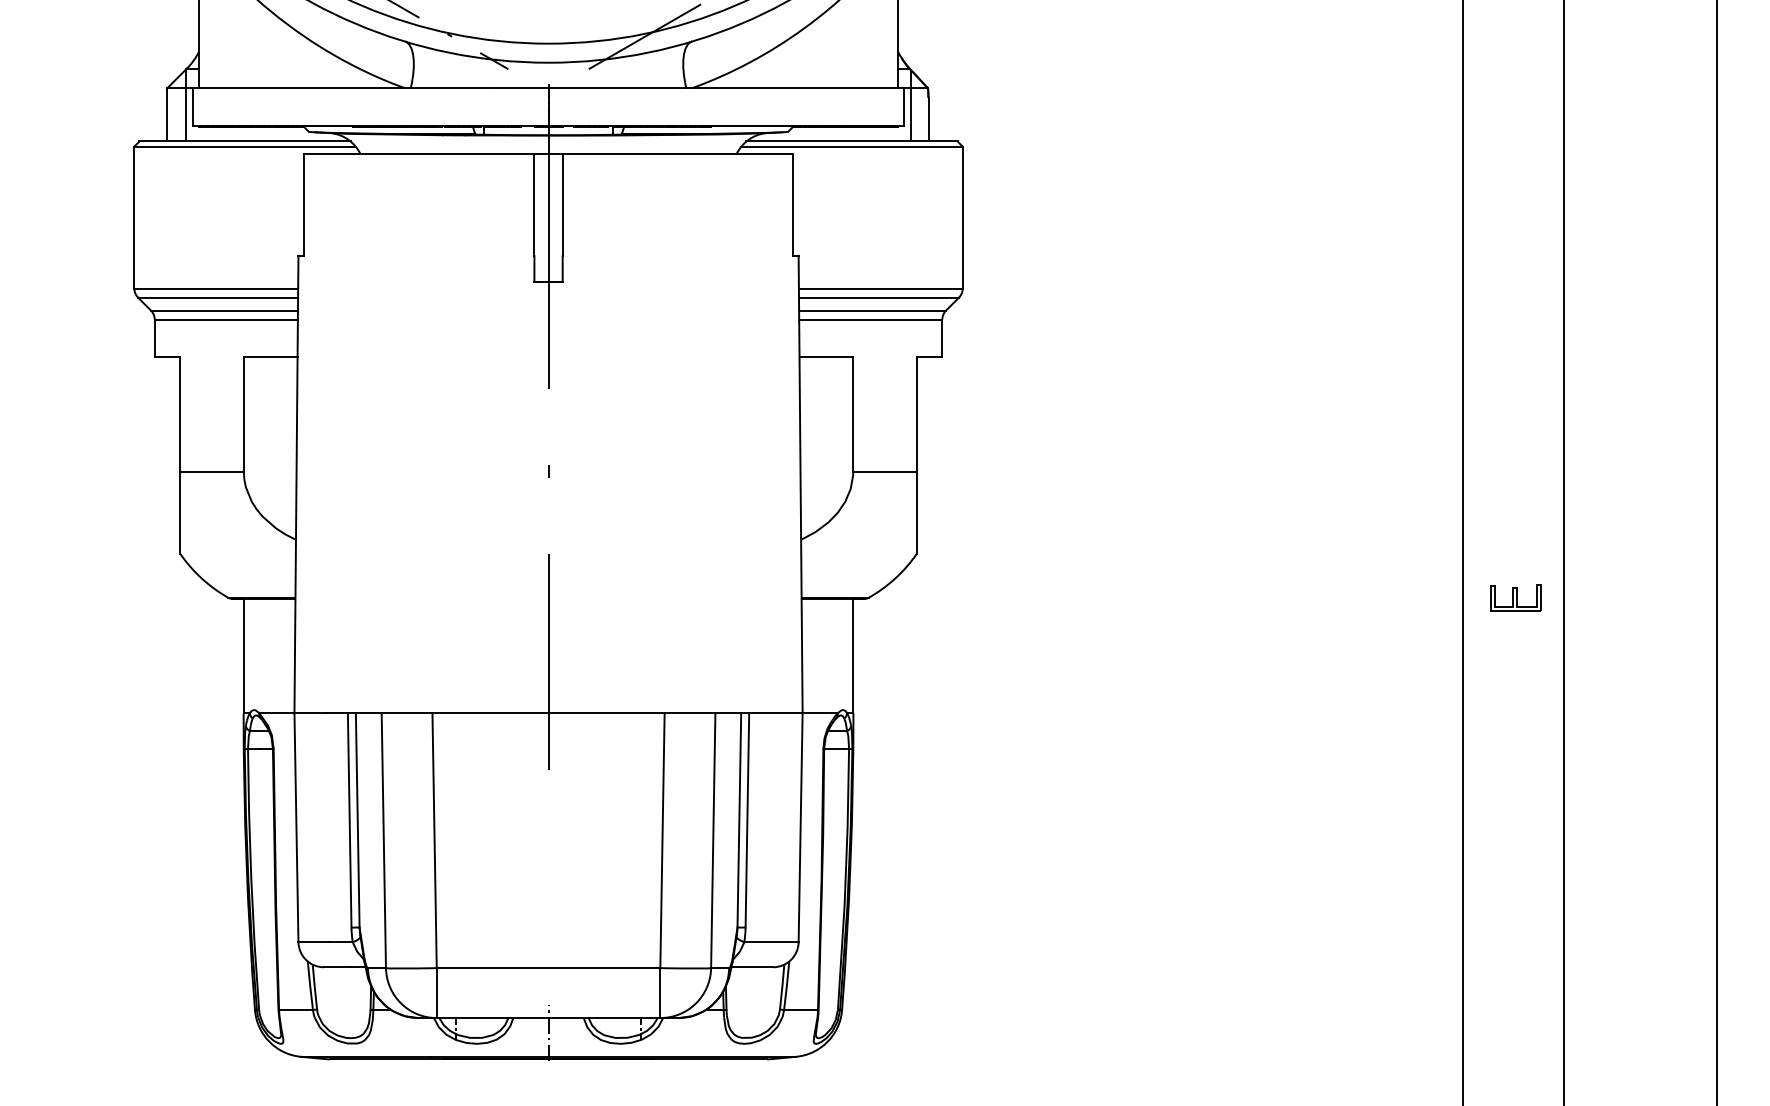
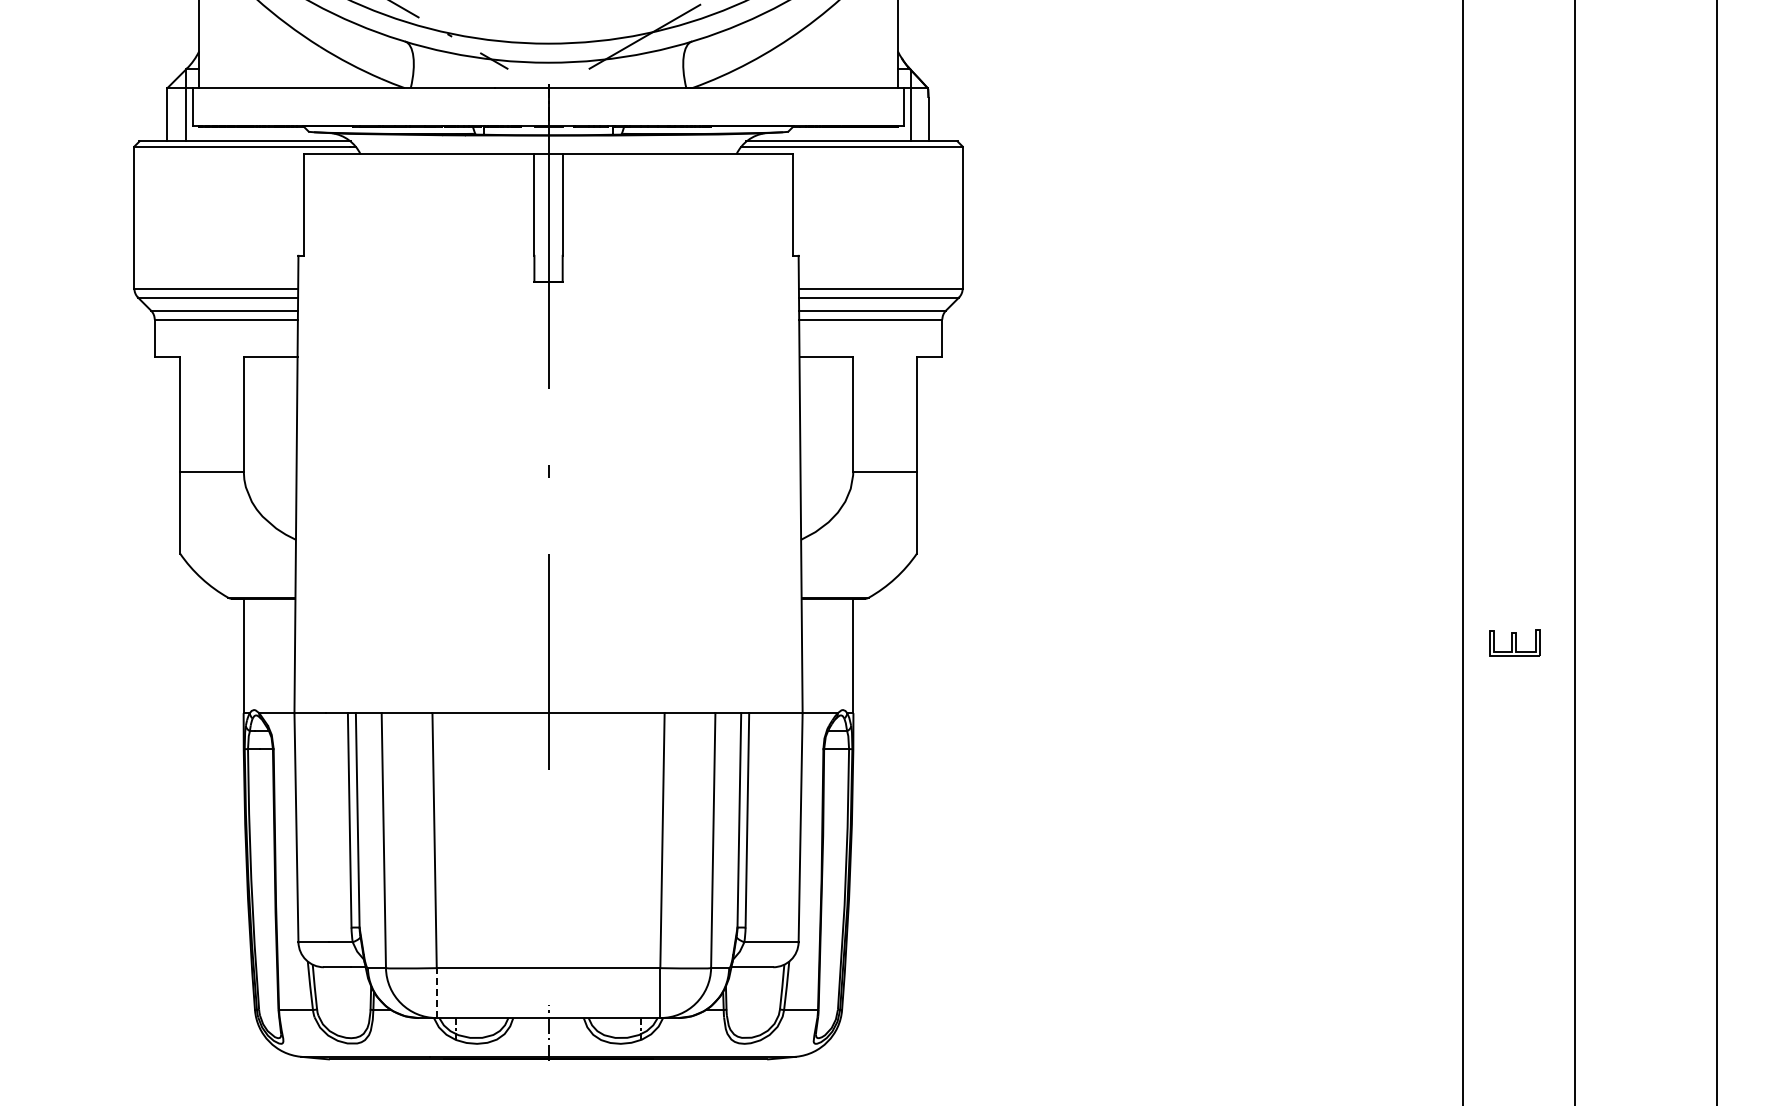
line at (1564, 552) position: (1564, 552) -> (1575, 552)
part at (1515, 597) position: (1515, 597) -> (1514, 642)
line at (436, 993): solid -> dashed
